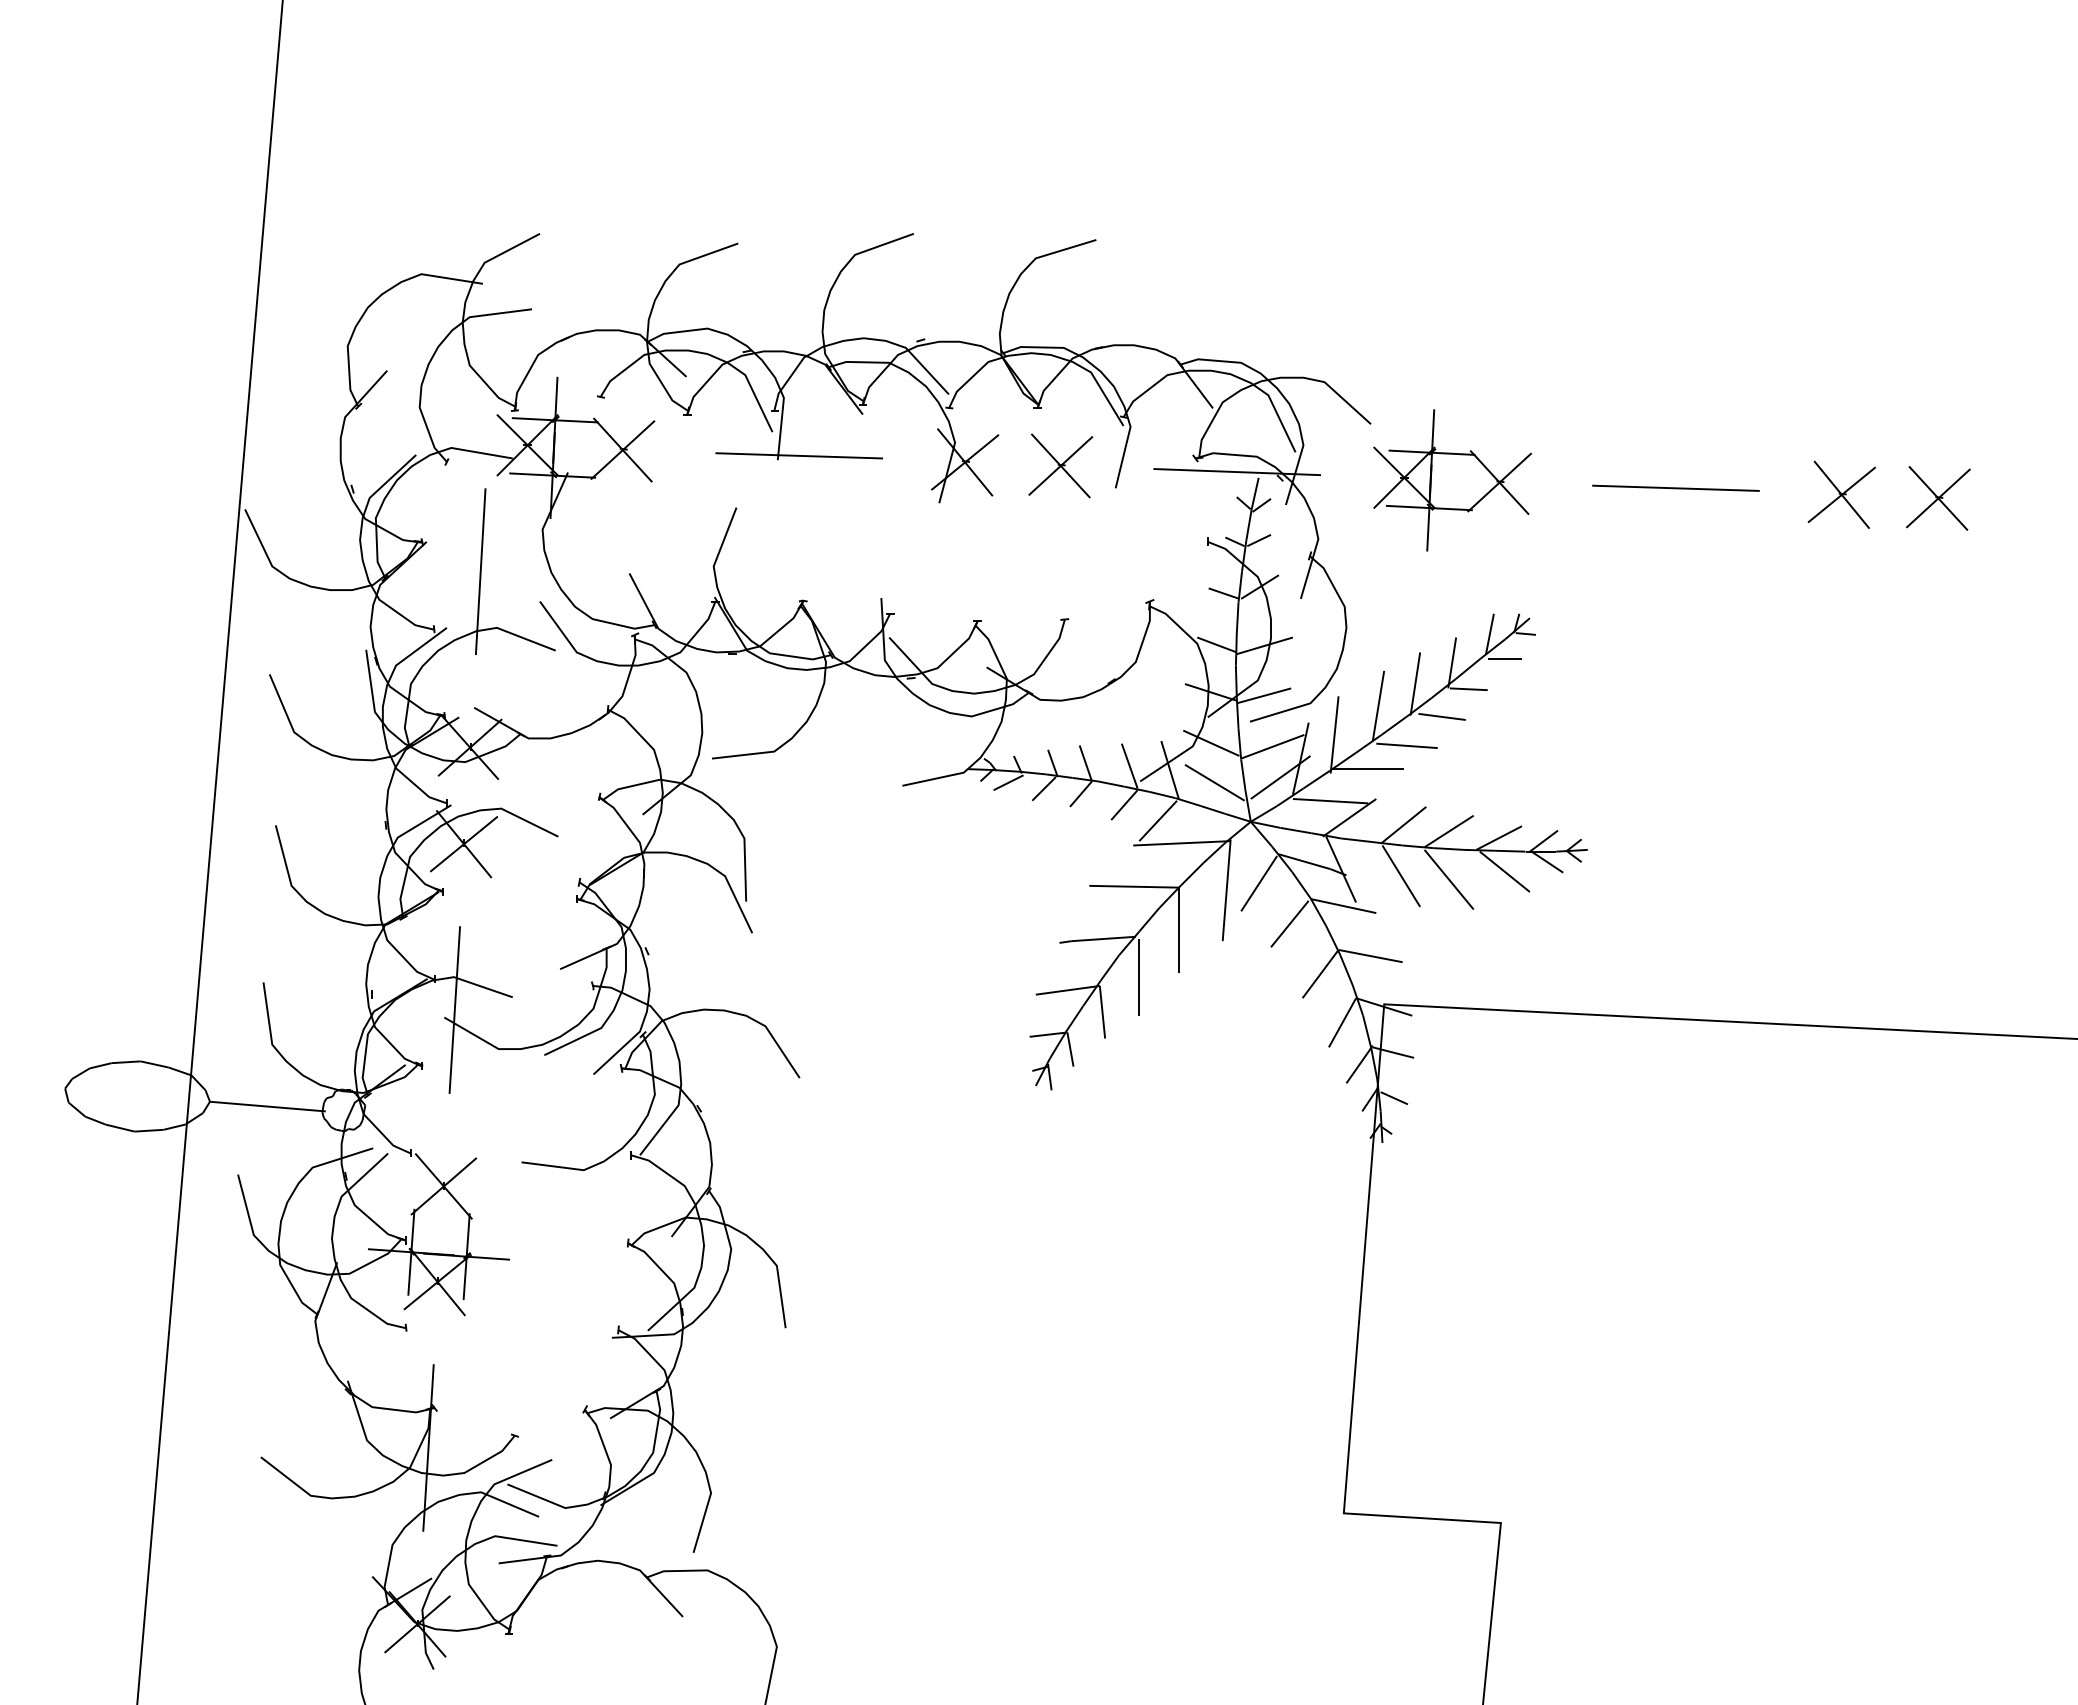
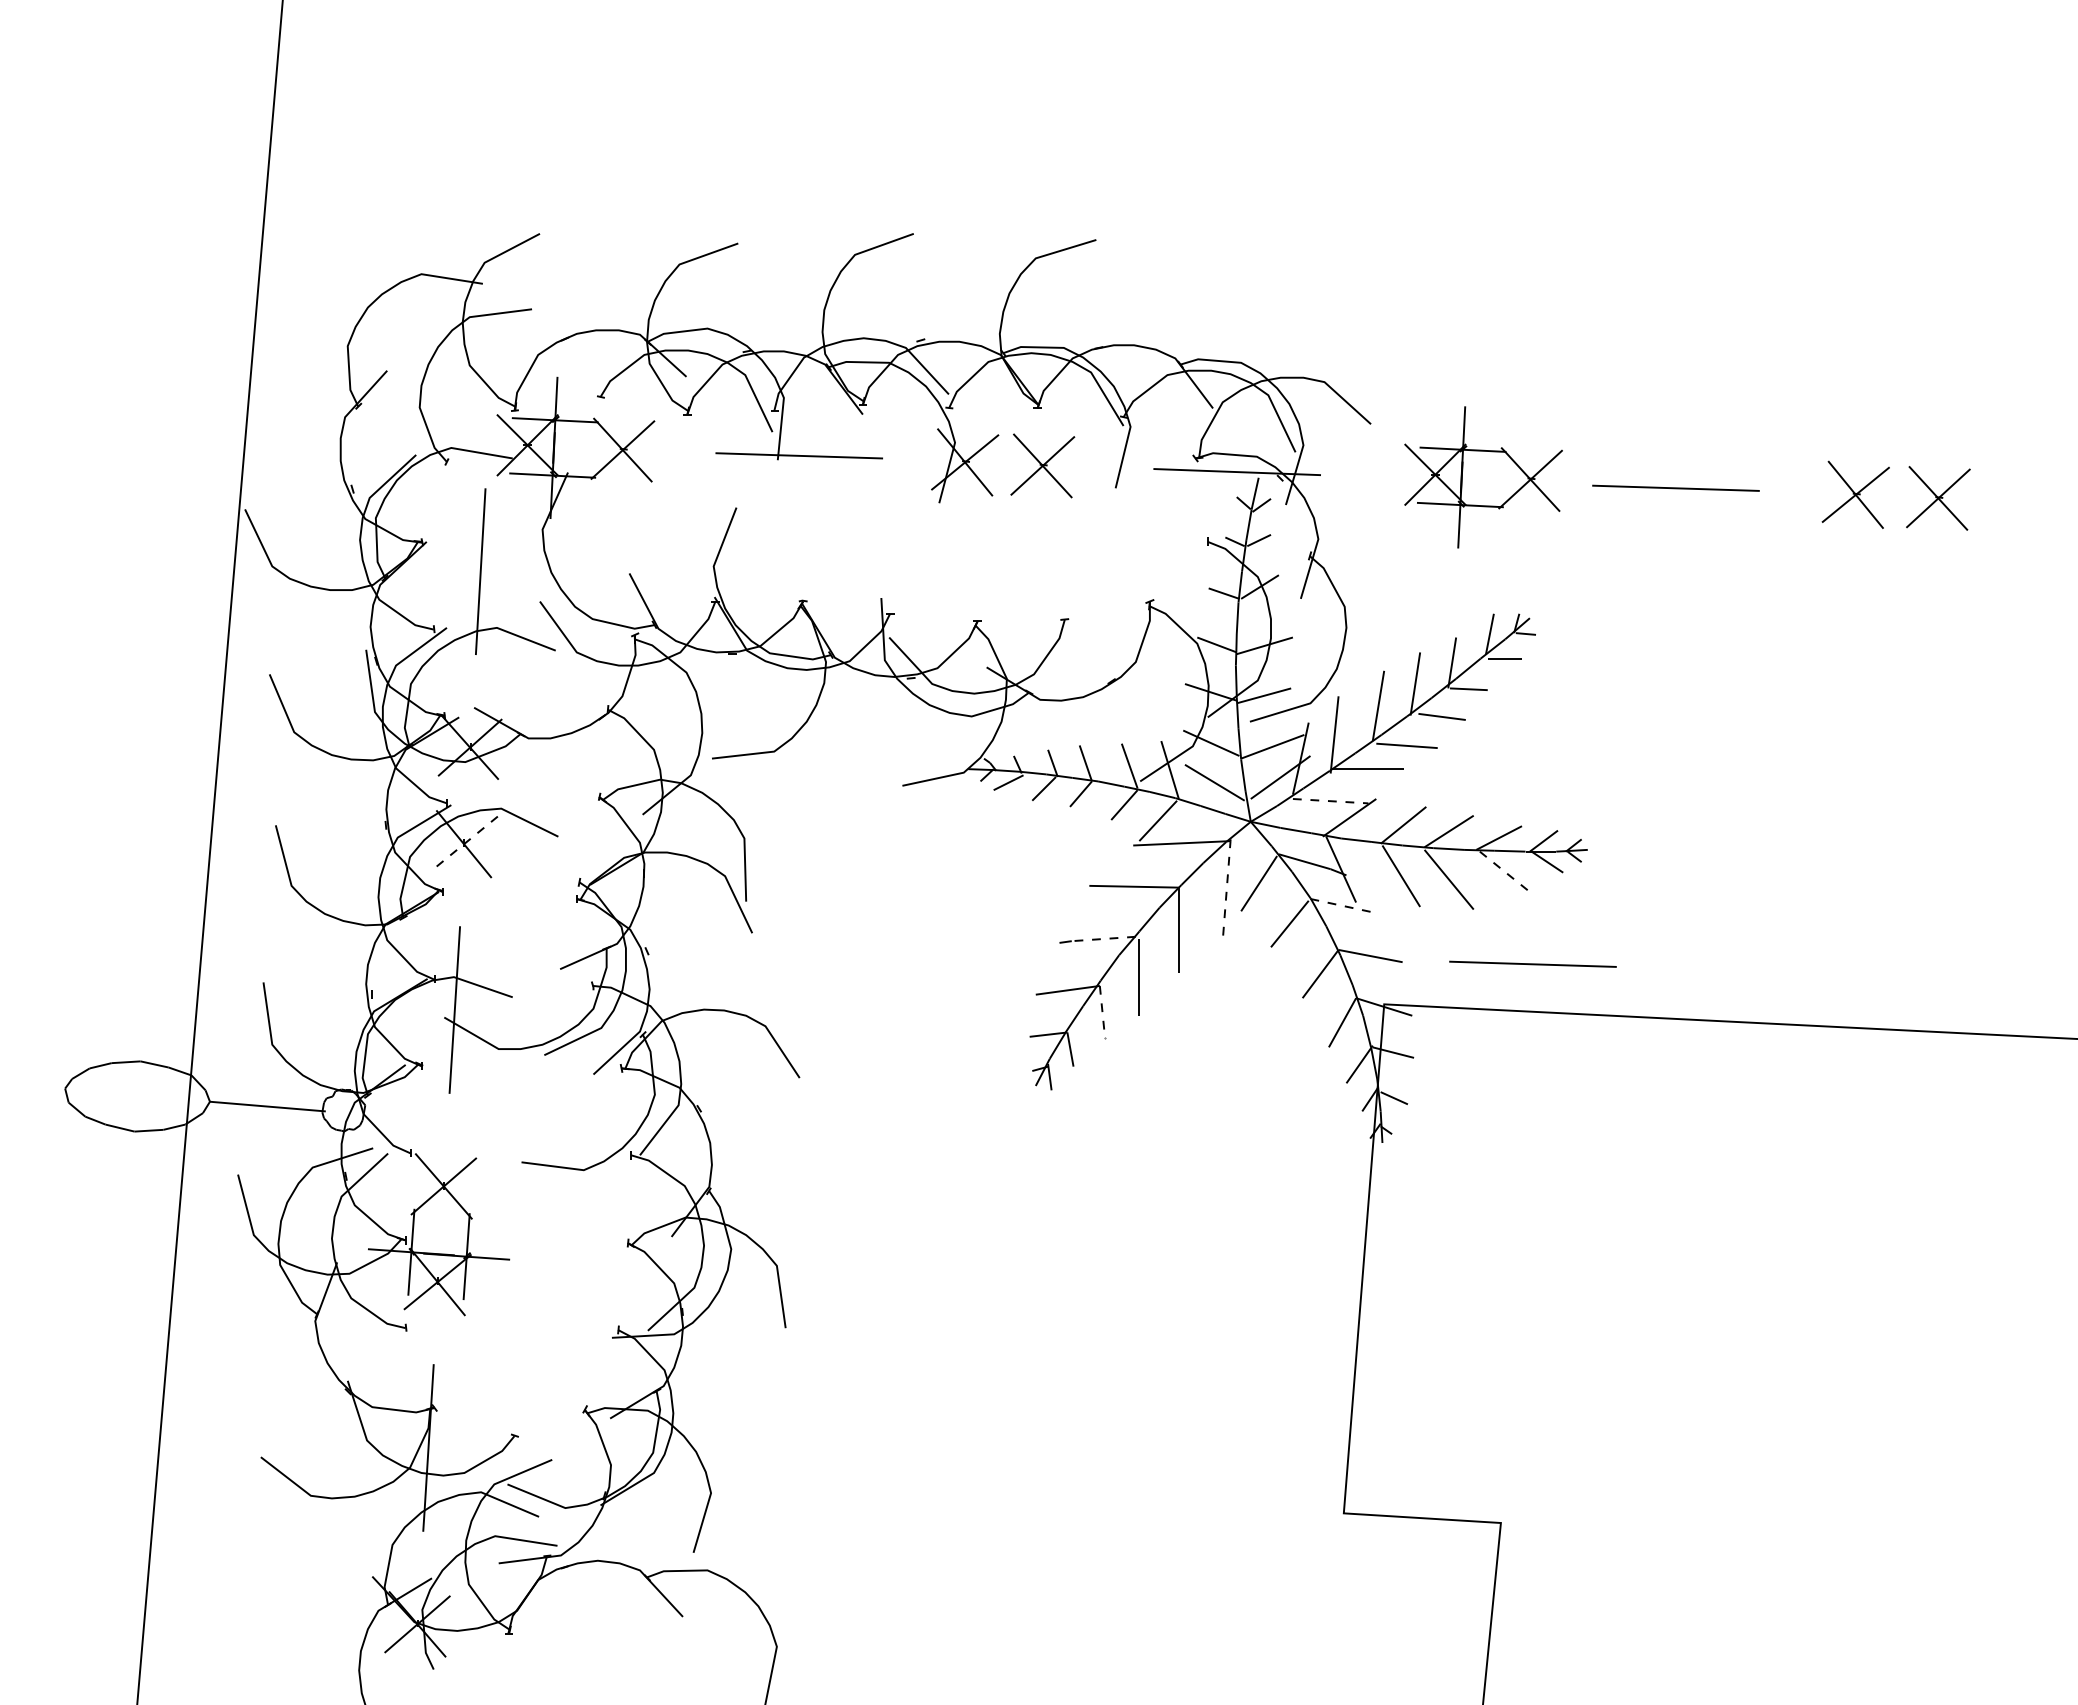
part at (1060, 465) position: (1060, 465) -> (1042, 465)
part at (1452, 480) position: (1452, 480) -> (1483, 477)
part at (1841, 494) position: (1841, 494) -> (1855, 494)
line at (1330, 801): solid -> dashed
line at (464, 844): solid -> dashed
line at (1505, 872): solid -> dashed
line at (1226, 889): solid -> dashed
line at (1343, 905): solid -> dashed
line at (1104, 938): solid -> dashed
line at (1532, 963): none -> present
line at (1102, 1012): solid -> dashed
